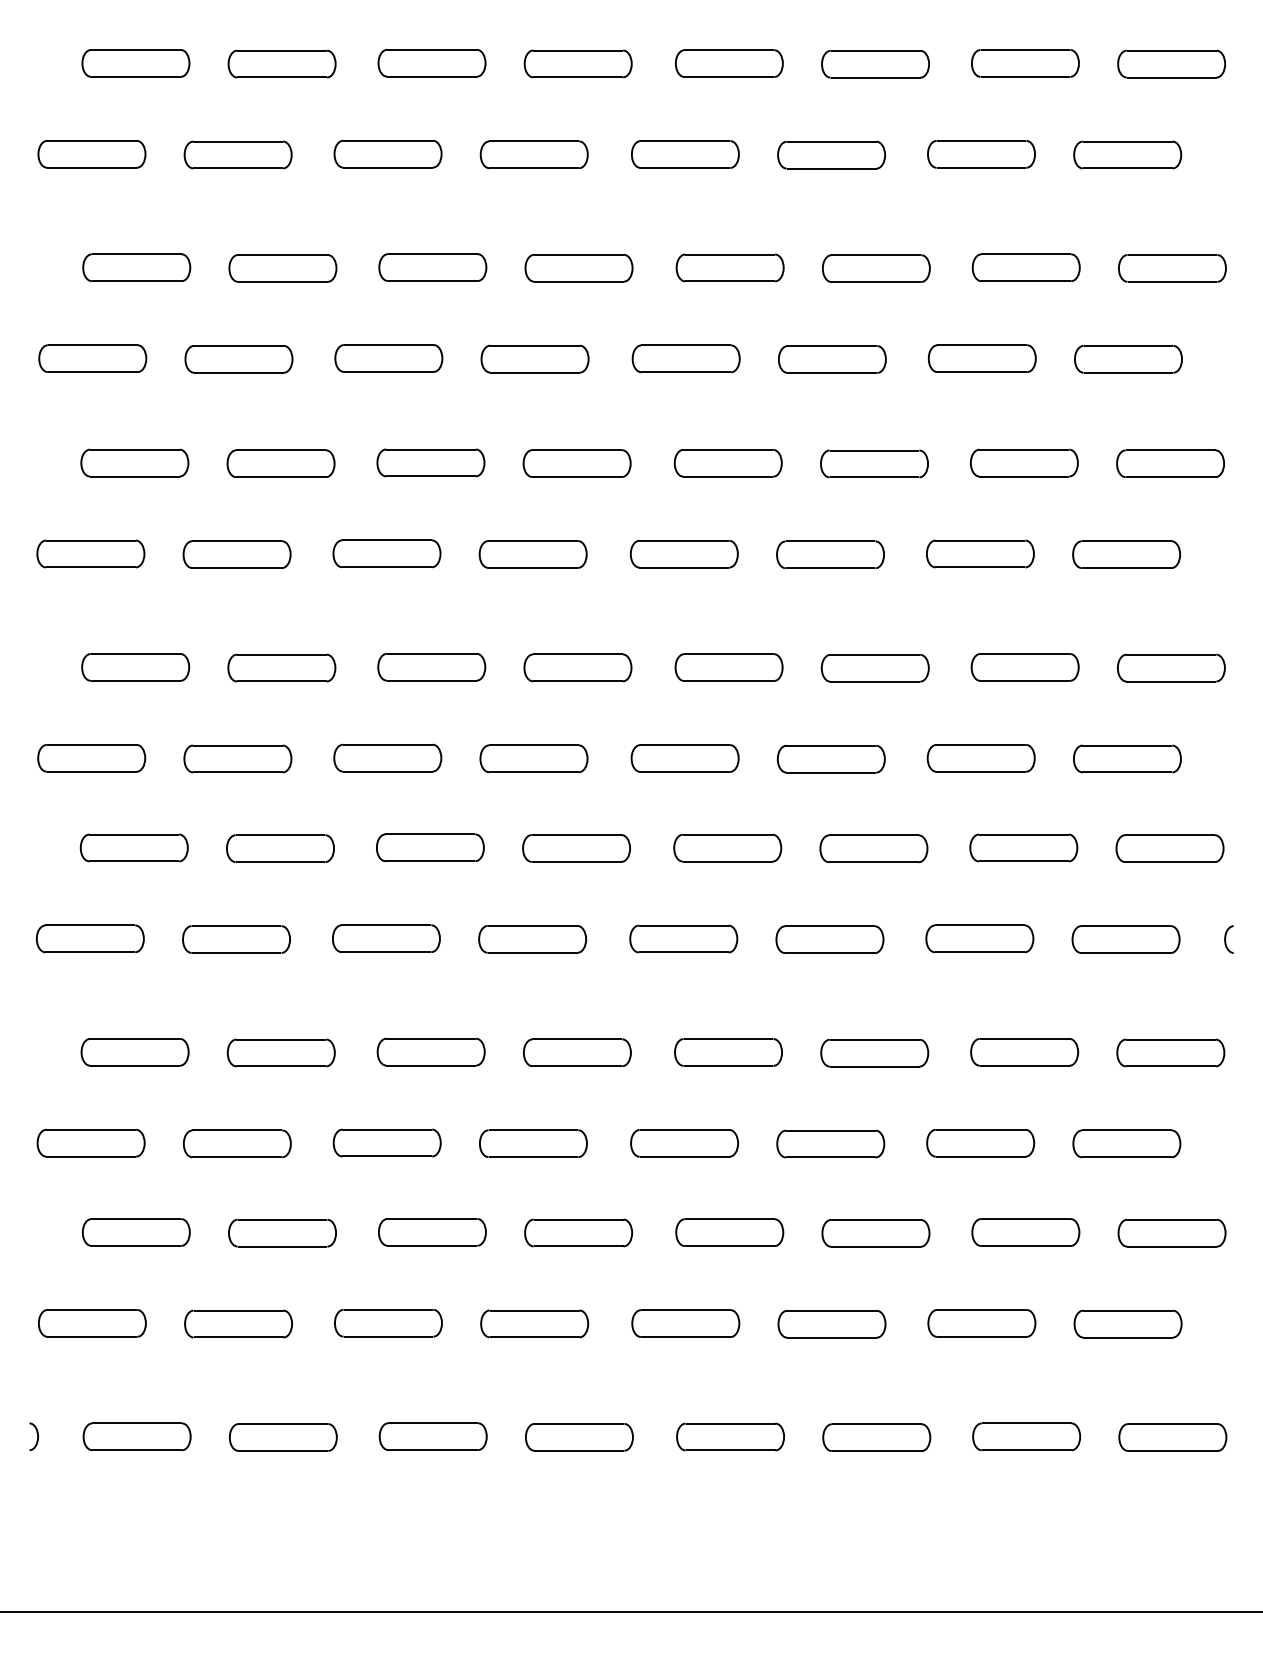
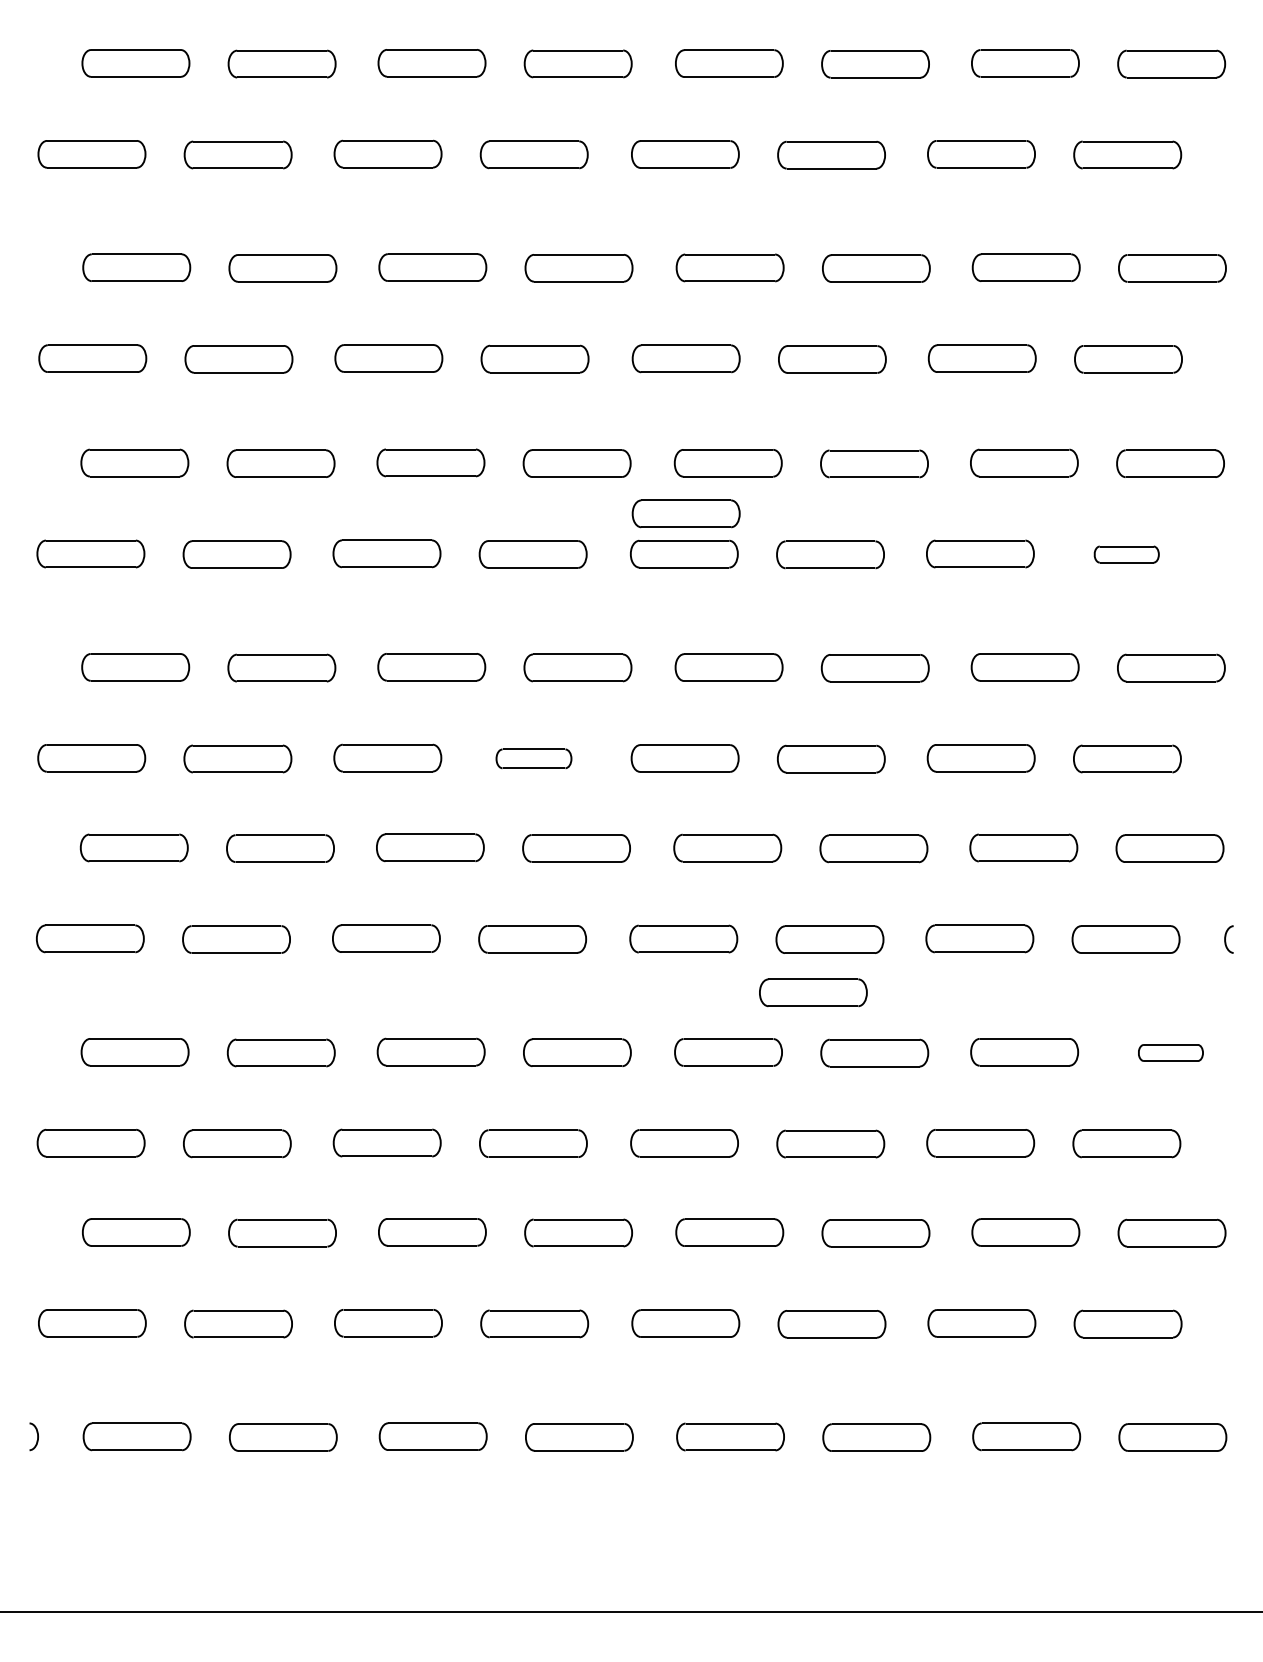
part at (685, 513): none -> present
part at (1126, 554) size: 110x29 px -> 67x19 px
part at (533, 758) size: 110x30 px -> 78x21 px
part at (813, 992): none -> present
part at (1170, 1052) size: 110x30 px -> 66x18 px
